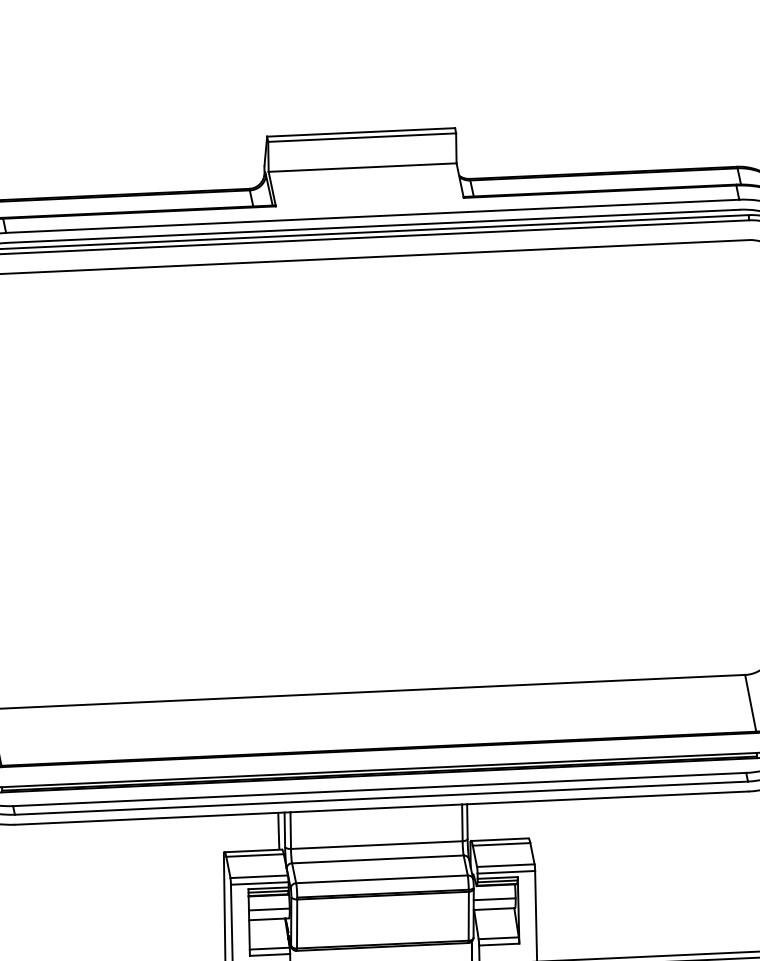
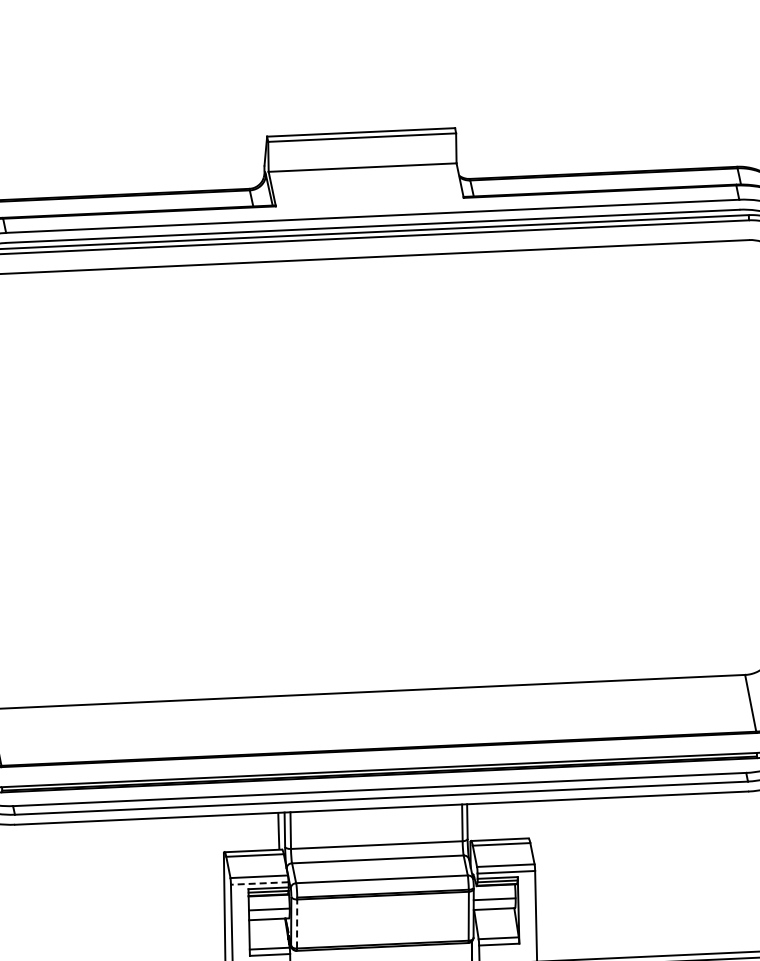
line at (259, 883): solid -> dashed
line at (297, 923): solid -> dashed
